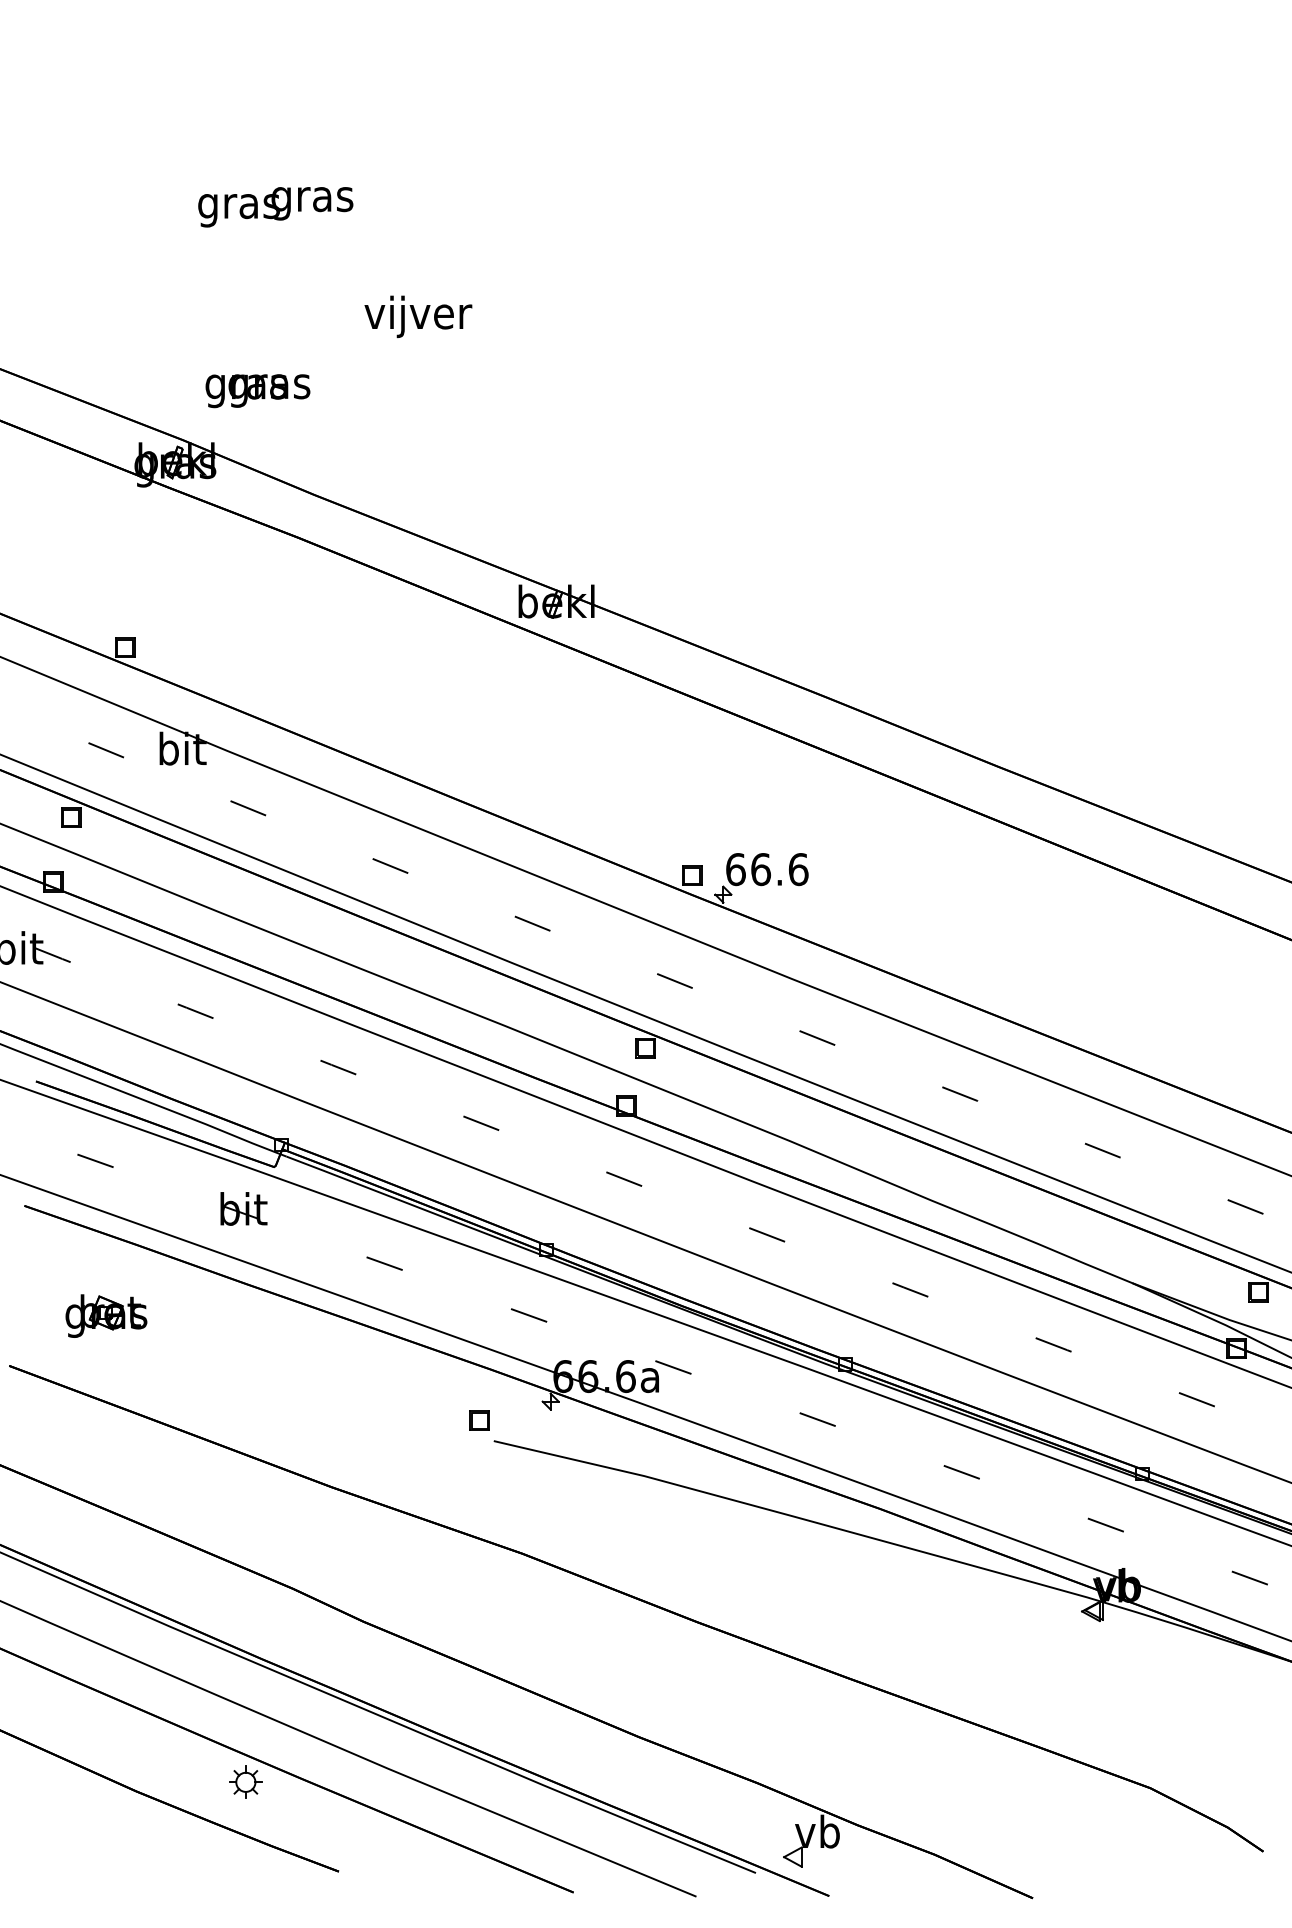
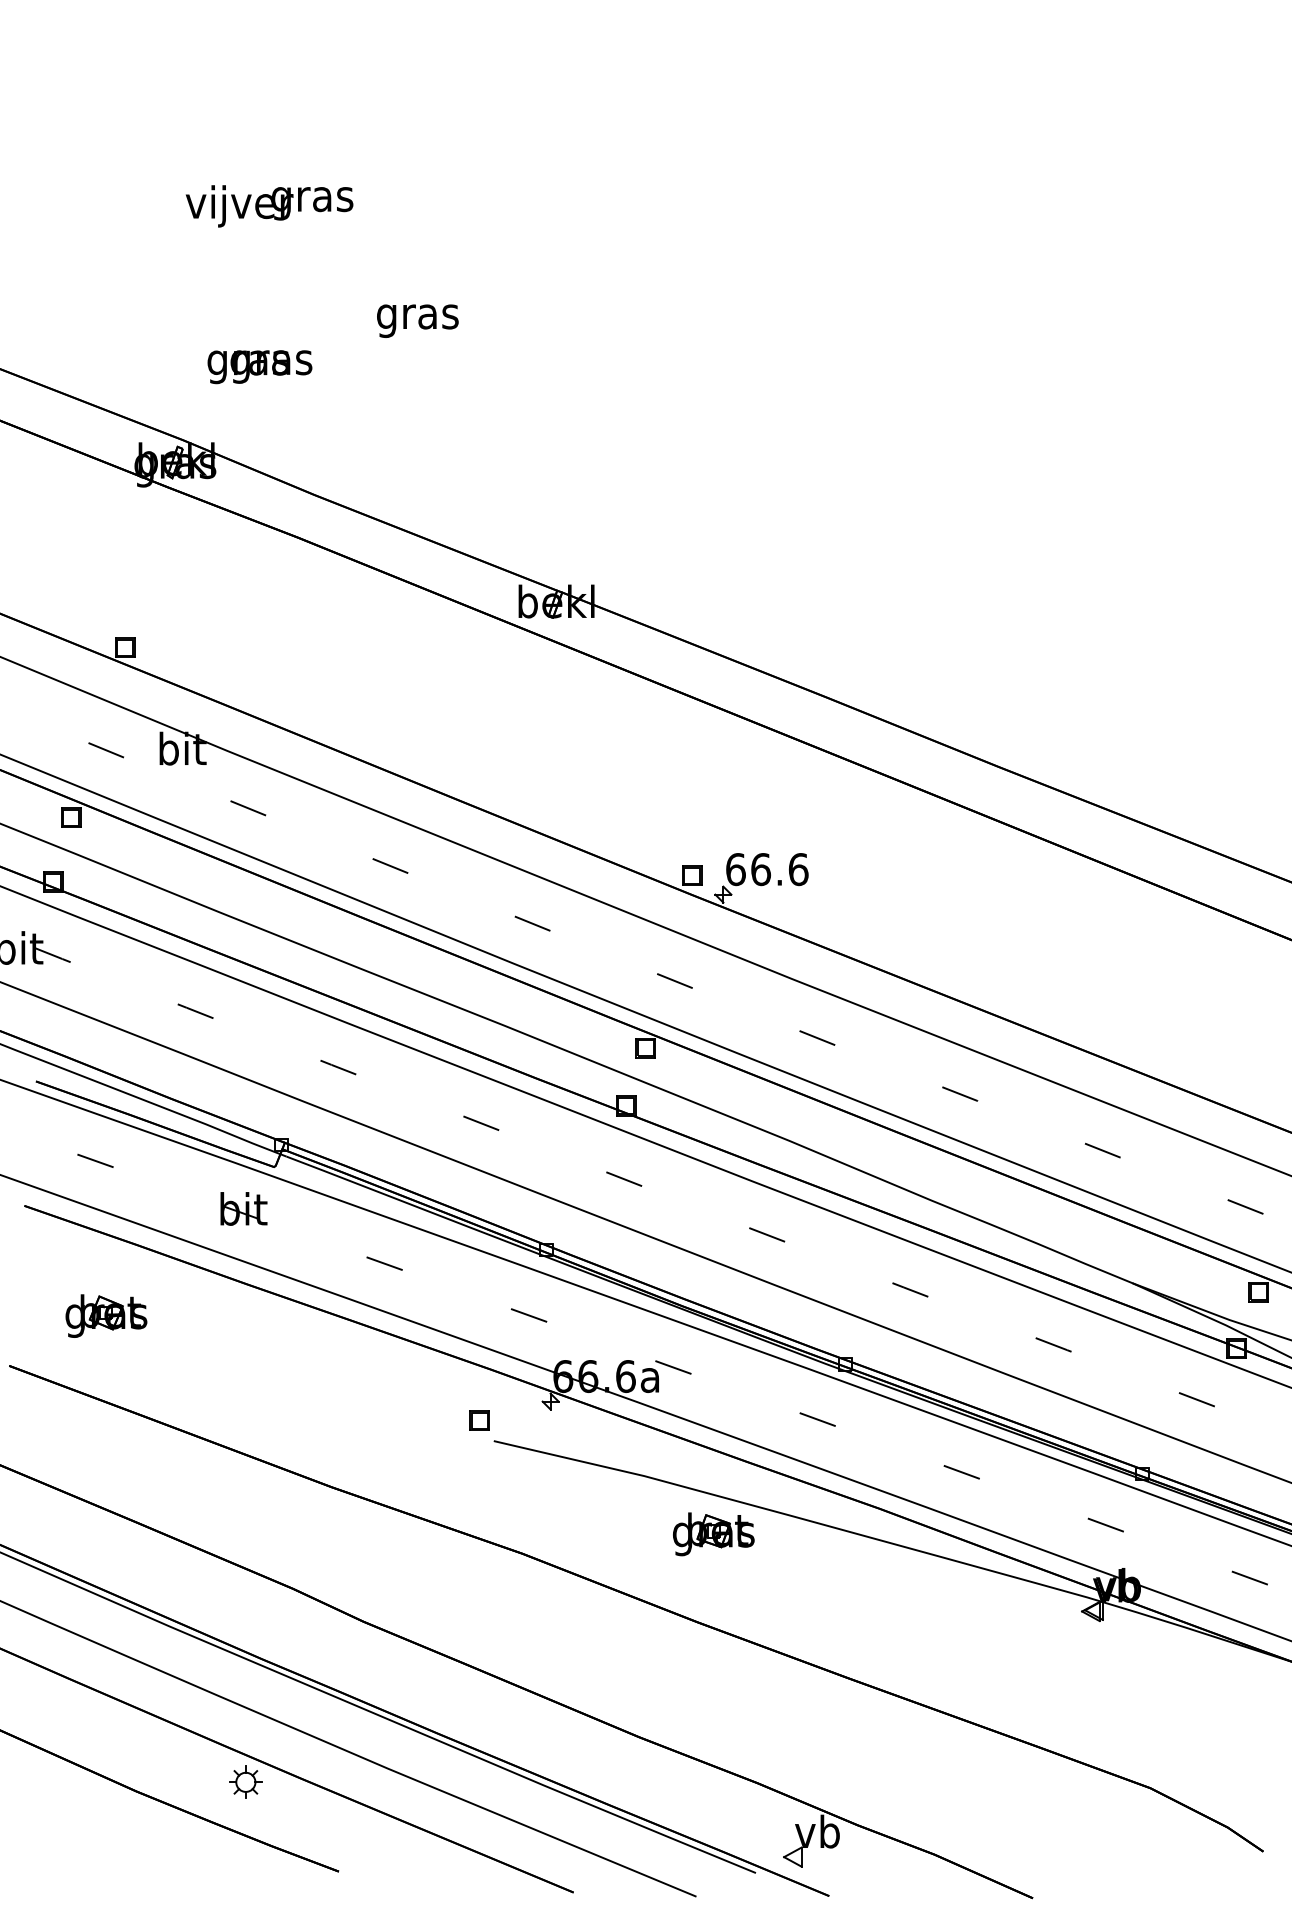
text at (239, 206): gras -> vijver
text at (418, 316): vijver -> gras
text at (257, 391) position: (257, 391) -> (259, 367)
part at (713, 1534): none -> present
